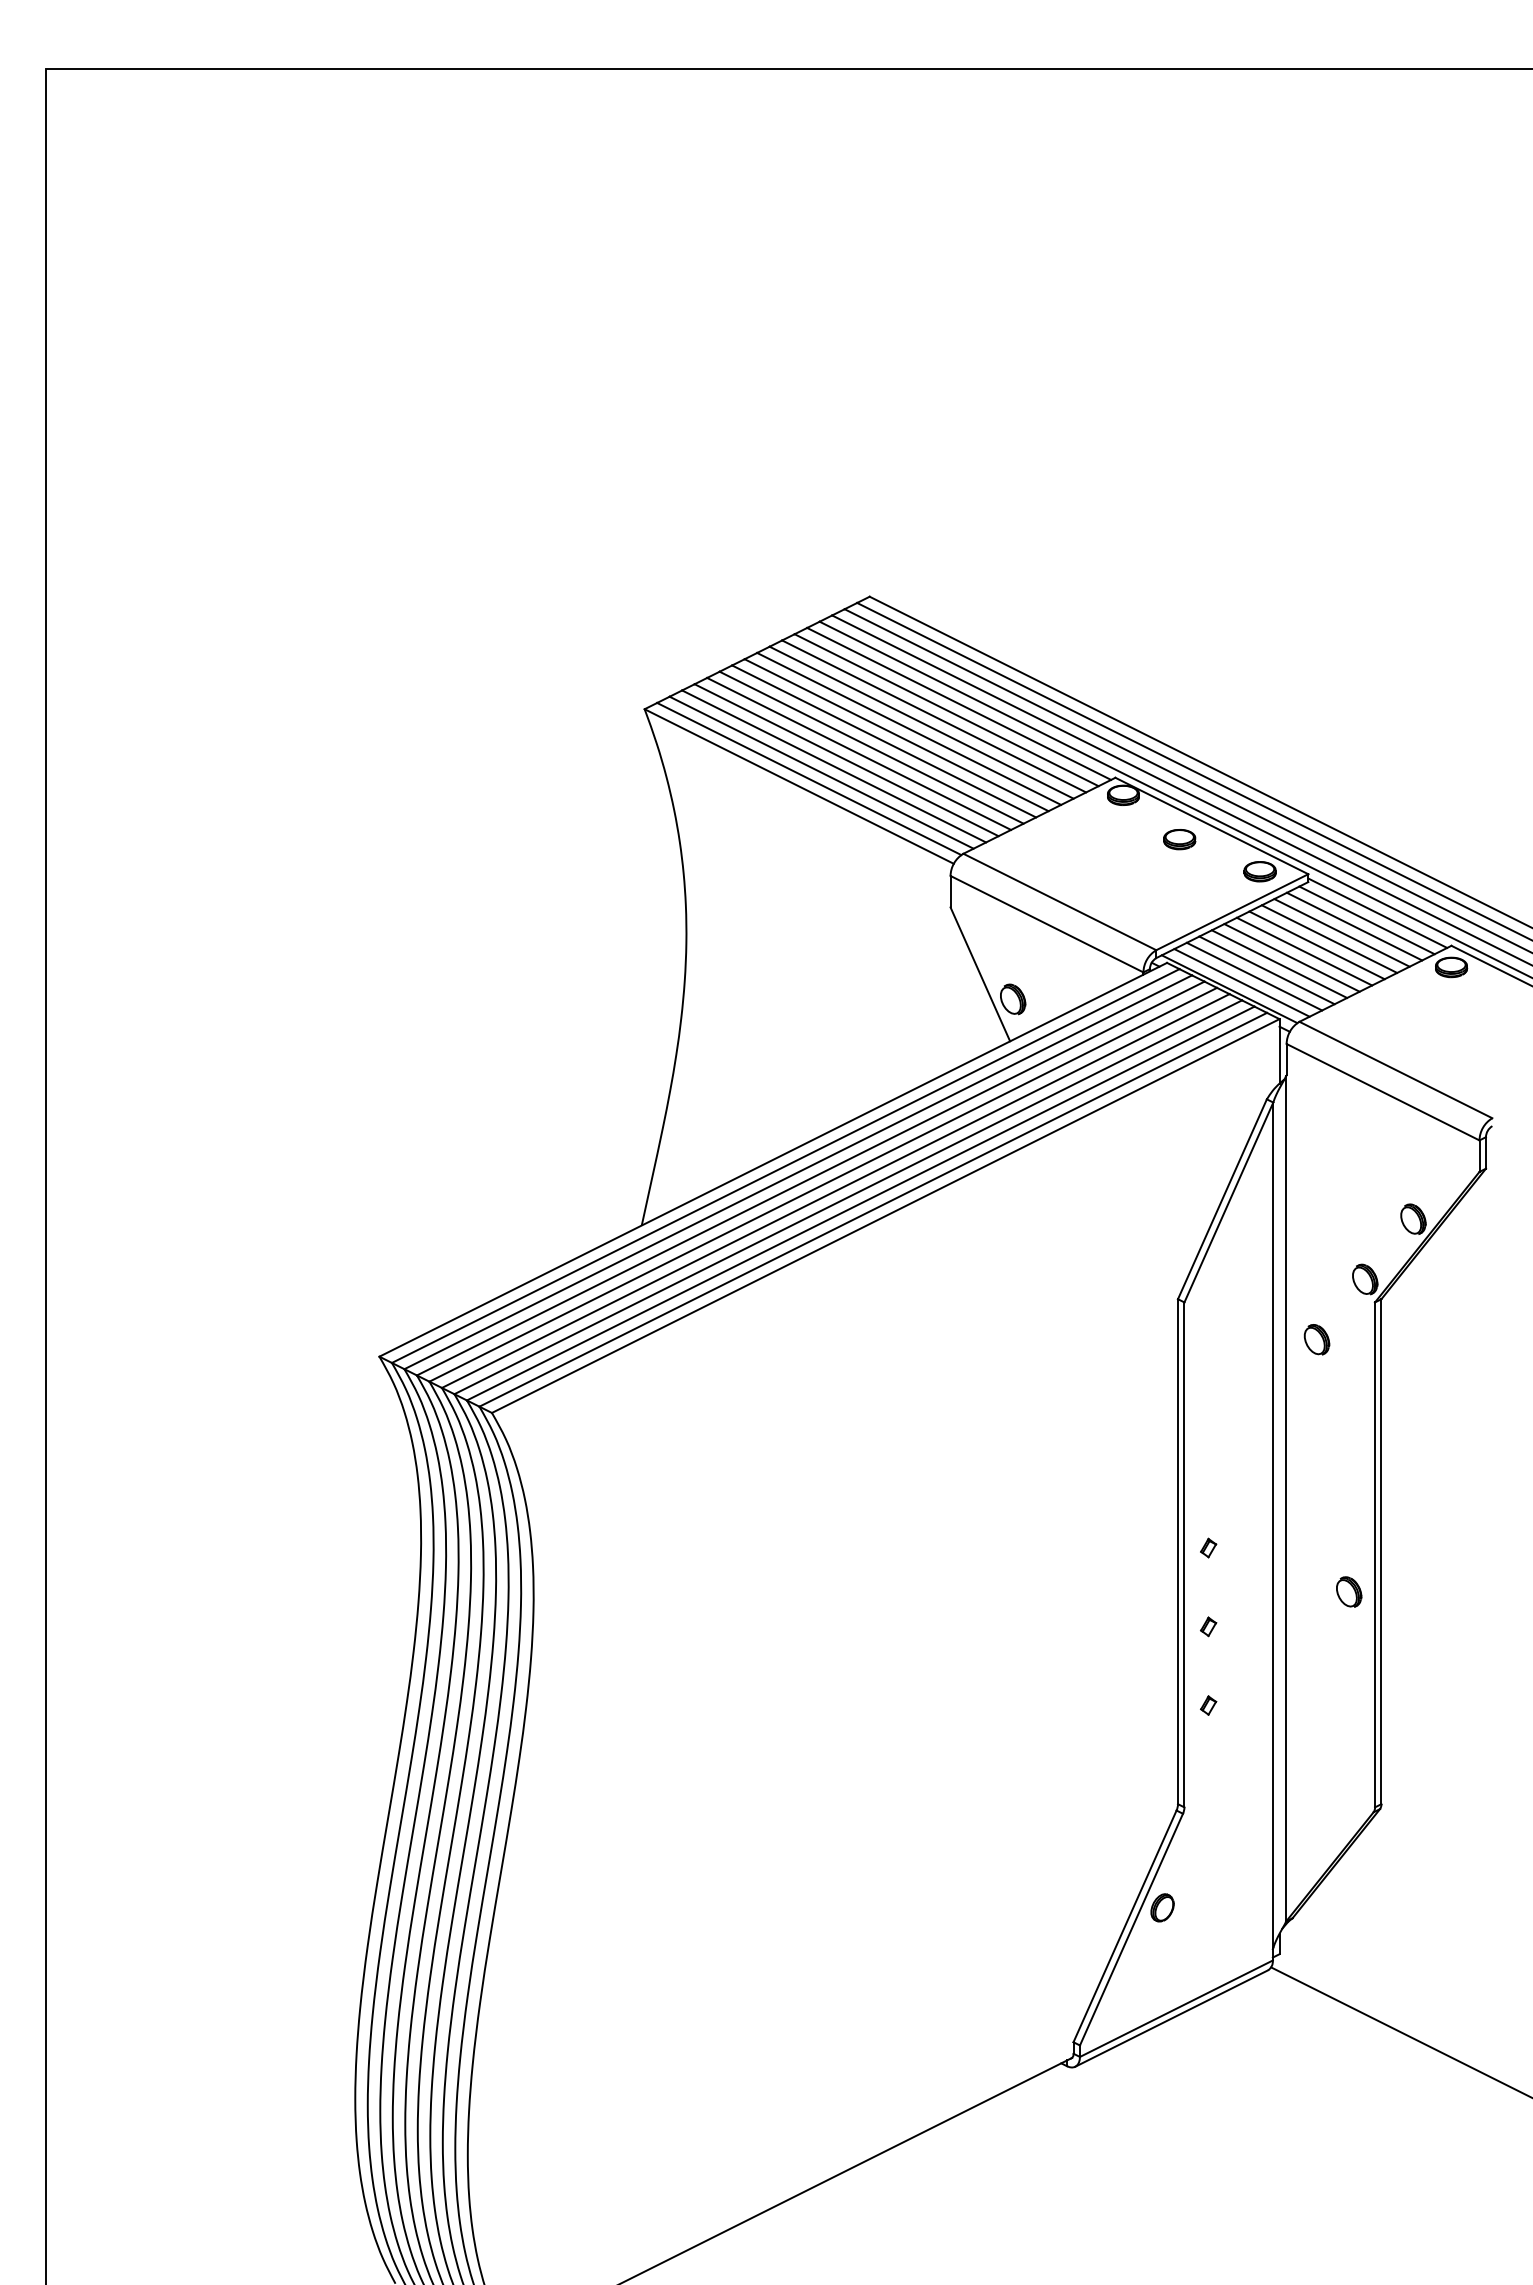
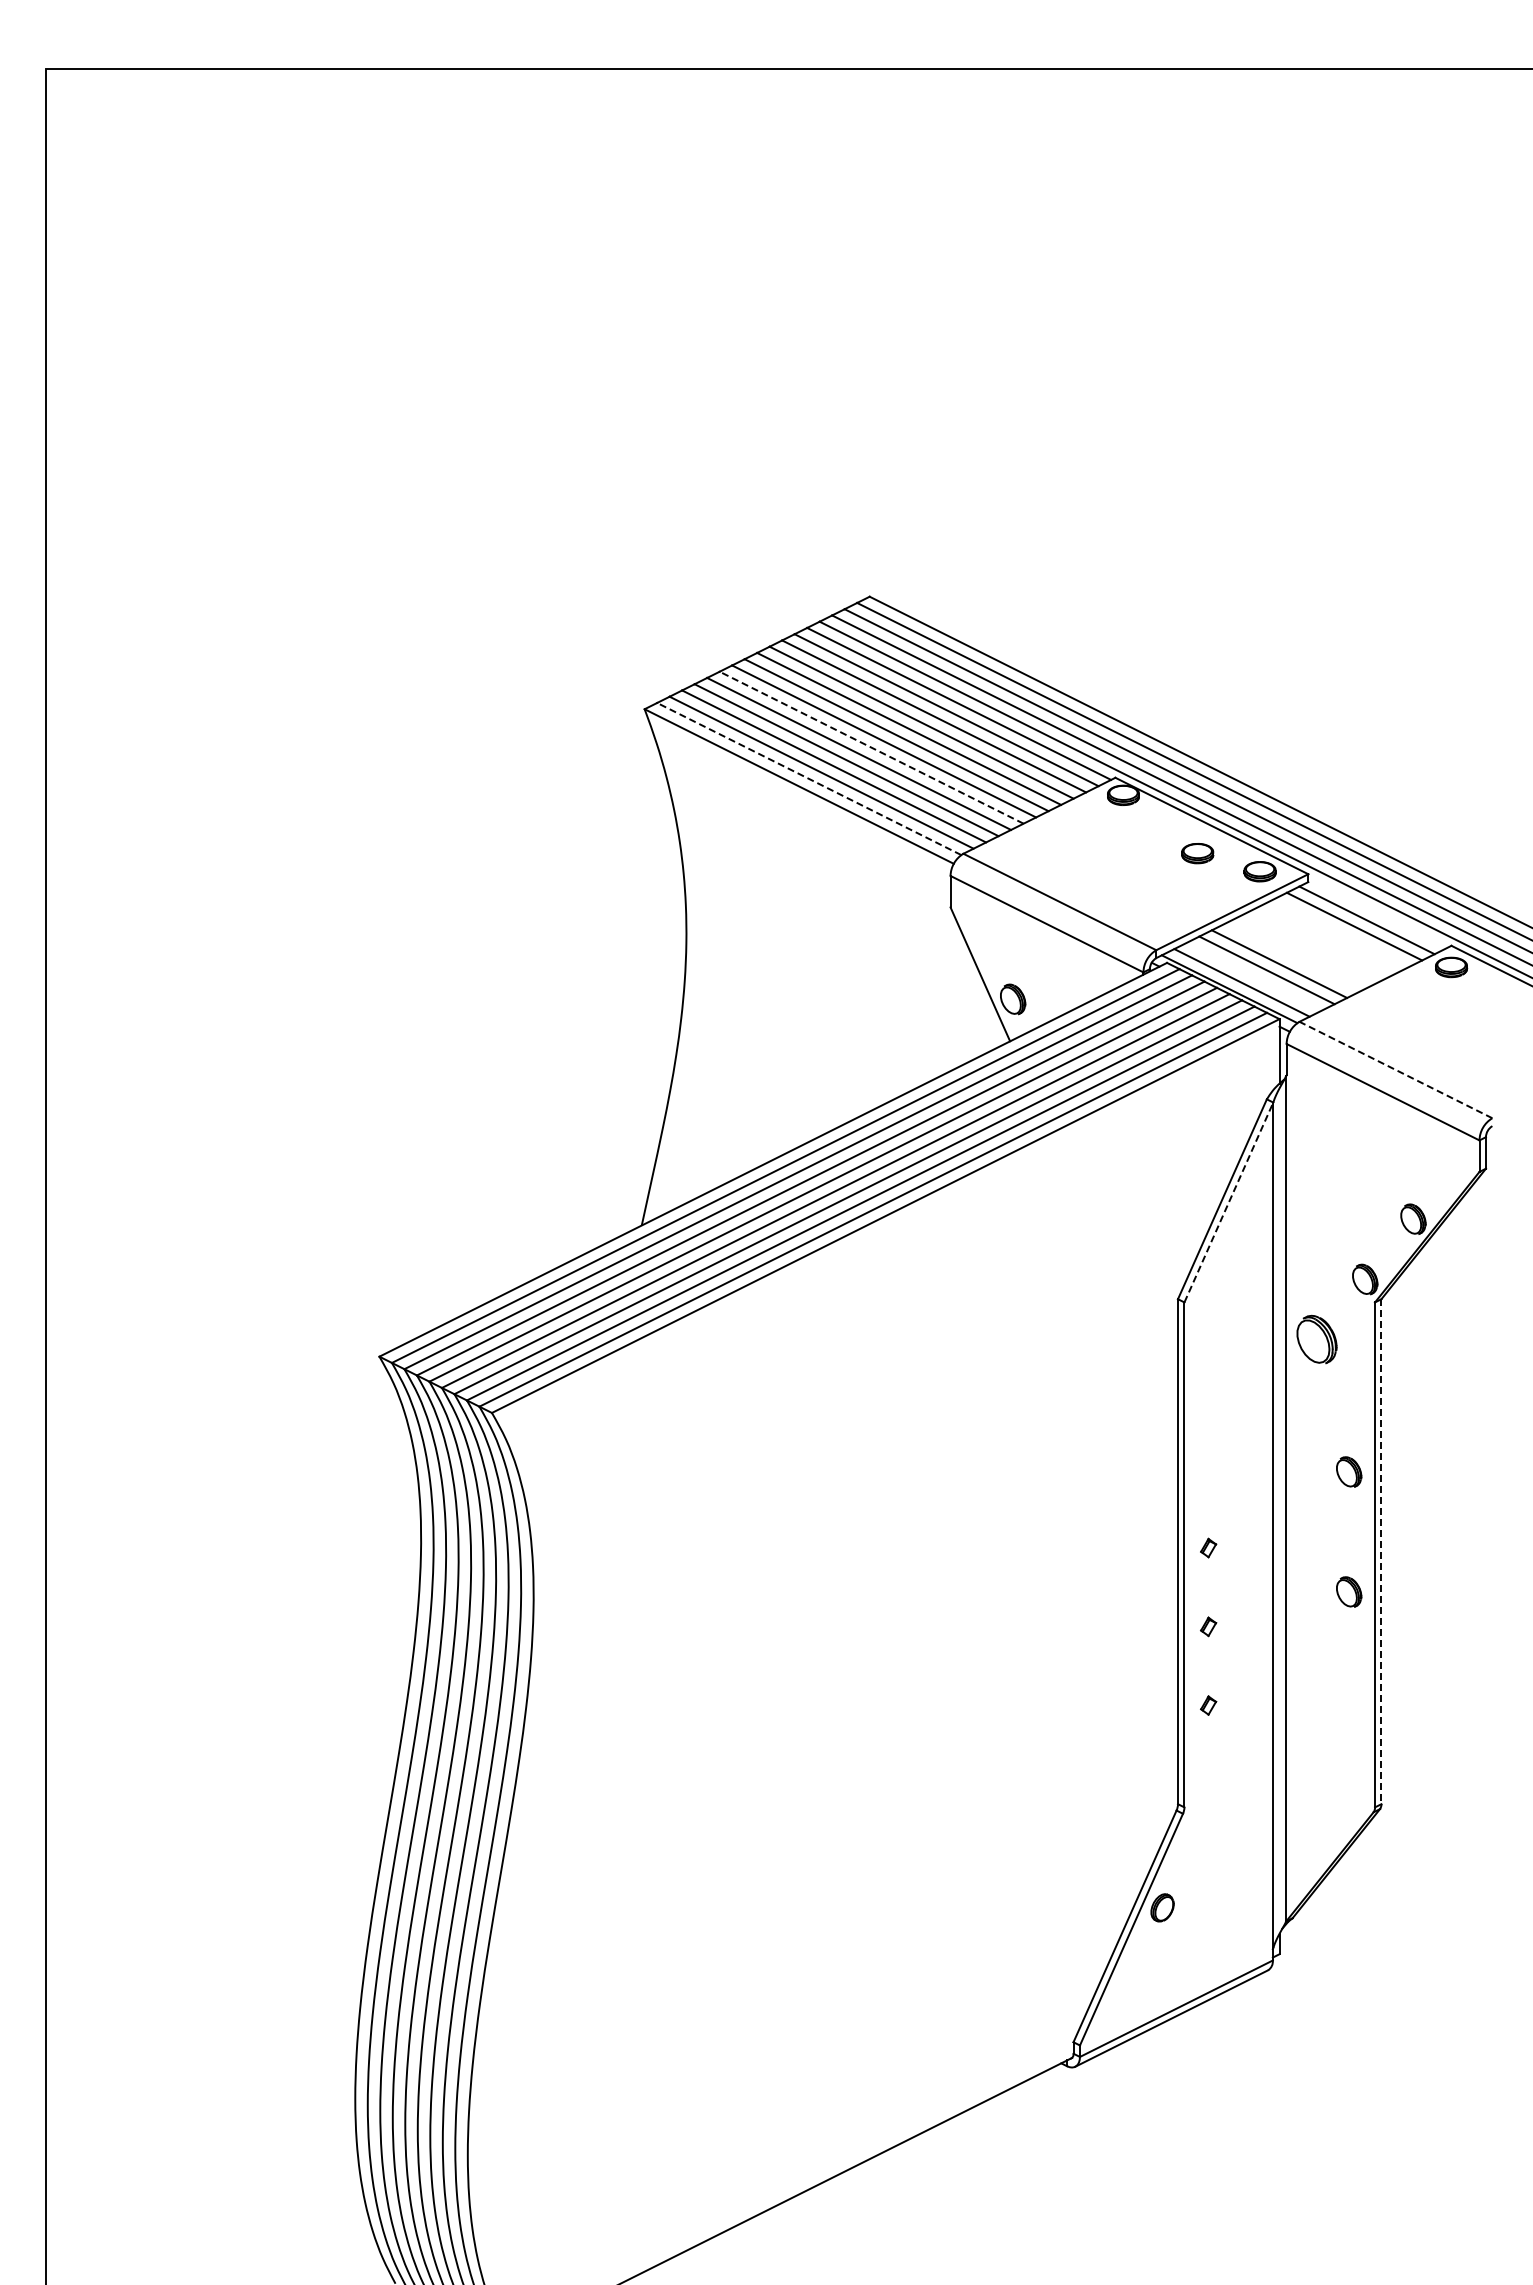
line at (871, 747): solid -> dashed
line at (808, 778): solid -> dashed
part at (1179, 839) position: (1179, 839) -> (1197, 853)
line at (1377, 912): present -> none
line at (1341, 932): present -> none
line at (1329, 938): present -> none
line at (1316, 945): present -> none
line at (1304, 951): present -> none
line at (1291, 957): present -> none
line at (1254, 976): present -> none
line at (1395, 1070): solid -> dashed
line at (1229, 1202): solid -> dashed
part at (1316, 1339) size: 28x32 px -> 42x51 px
part at (1349, 1471): none -> present
line at (1381, 1552): solid -> dashed
line at (1400, 2031): present -> none
